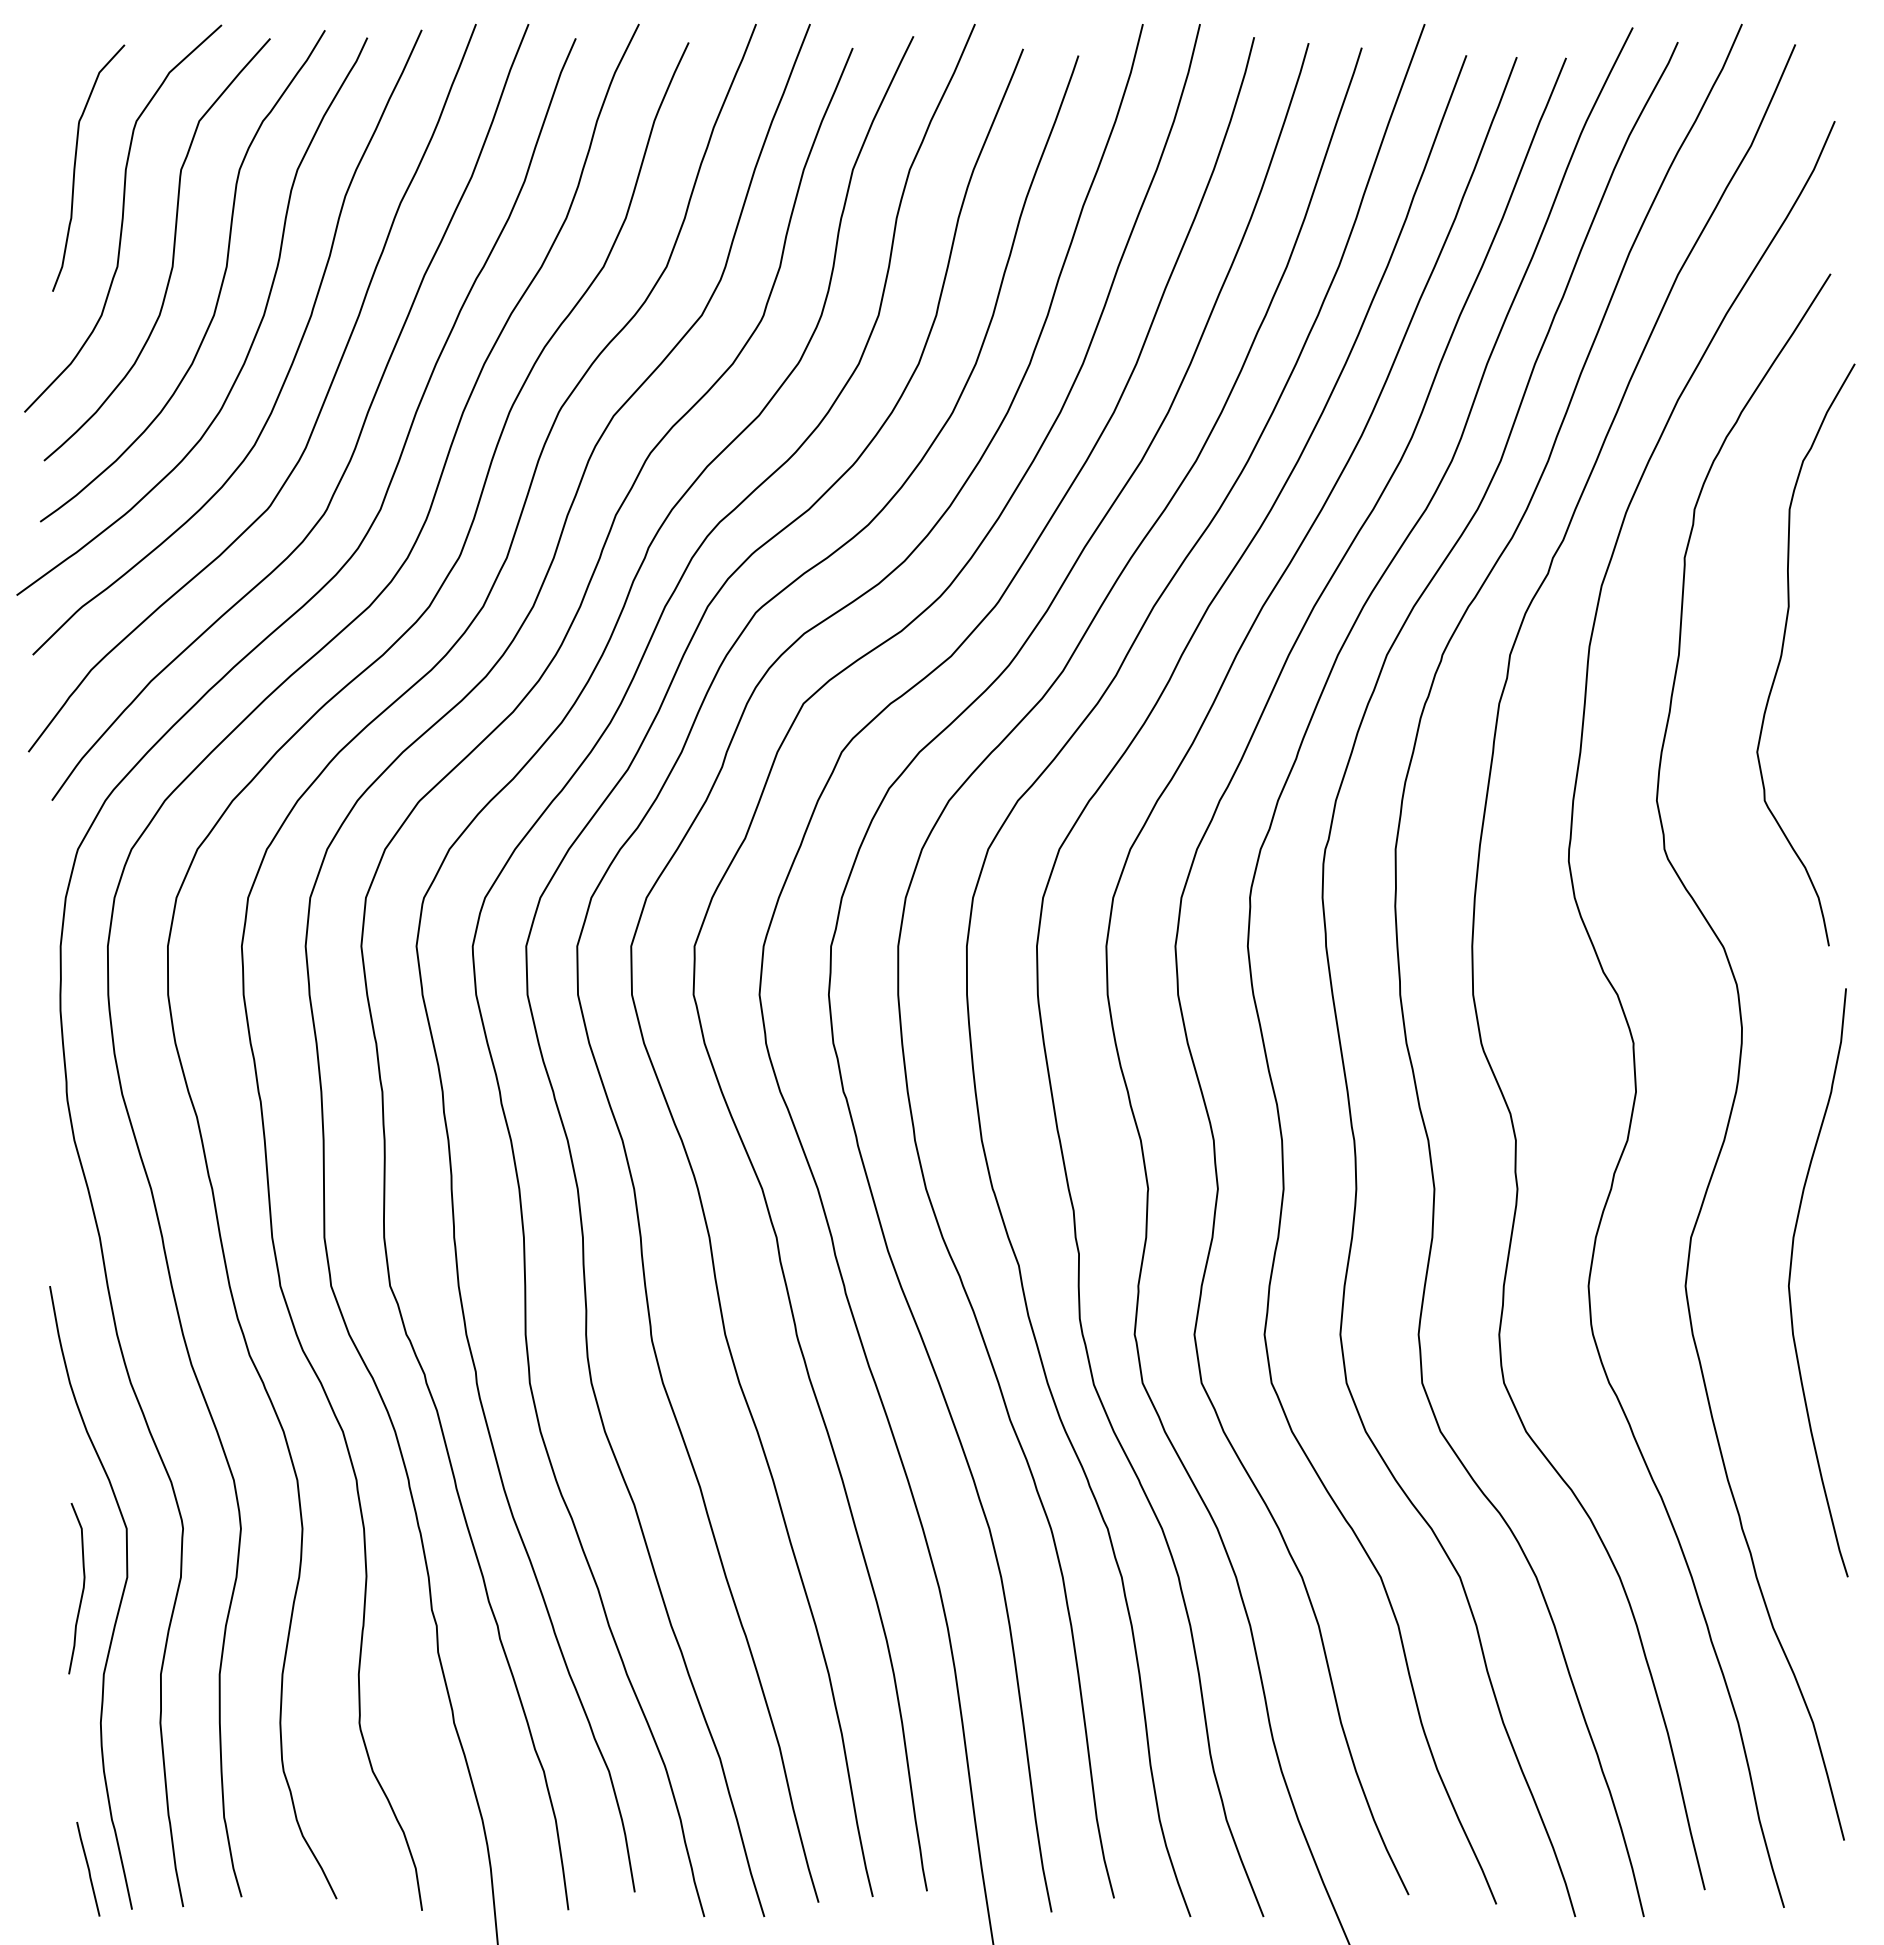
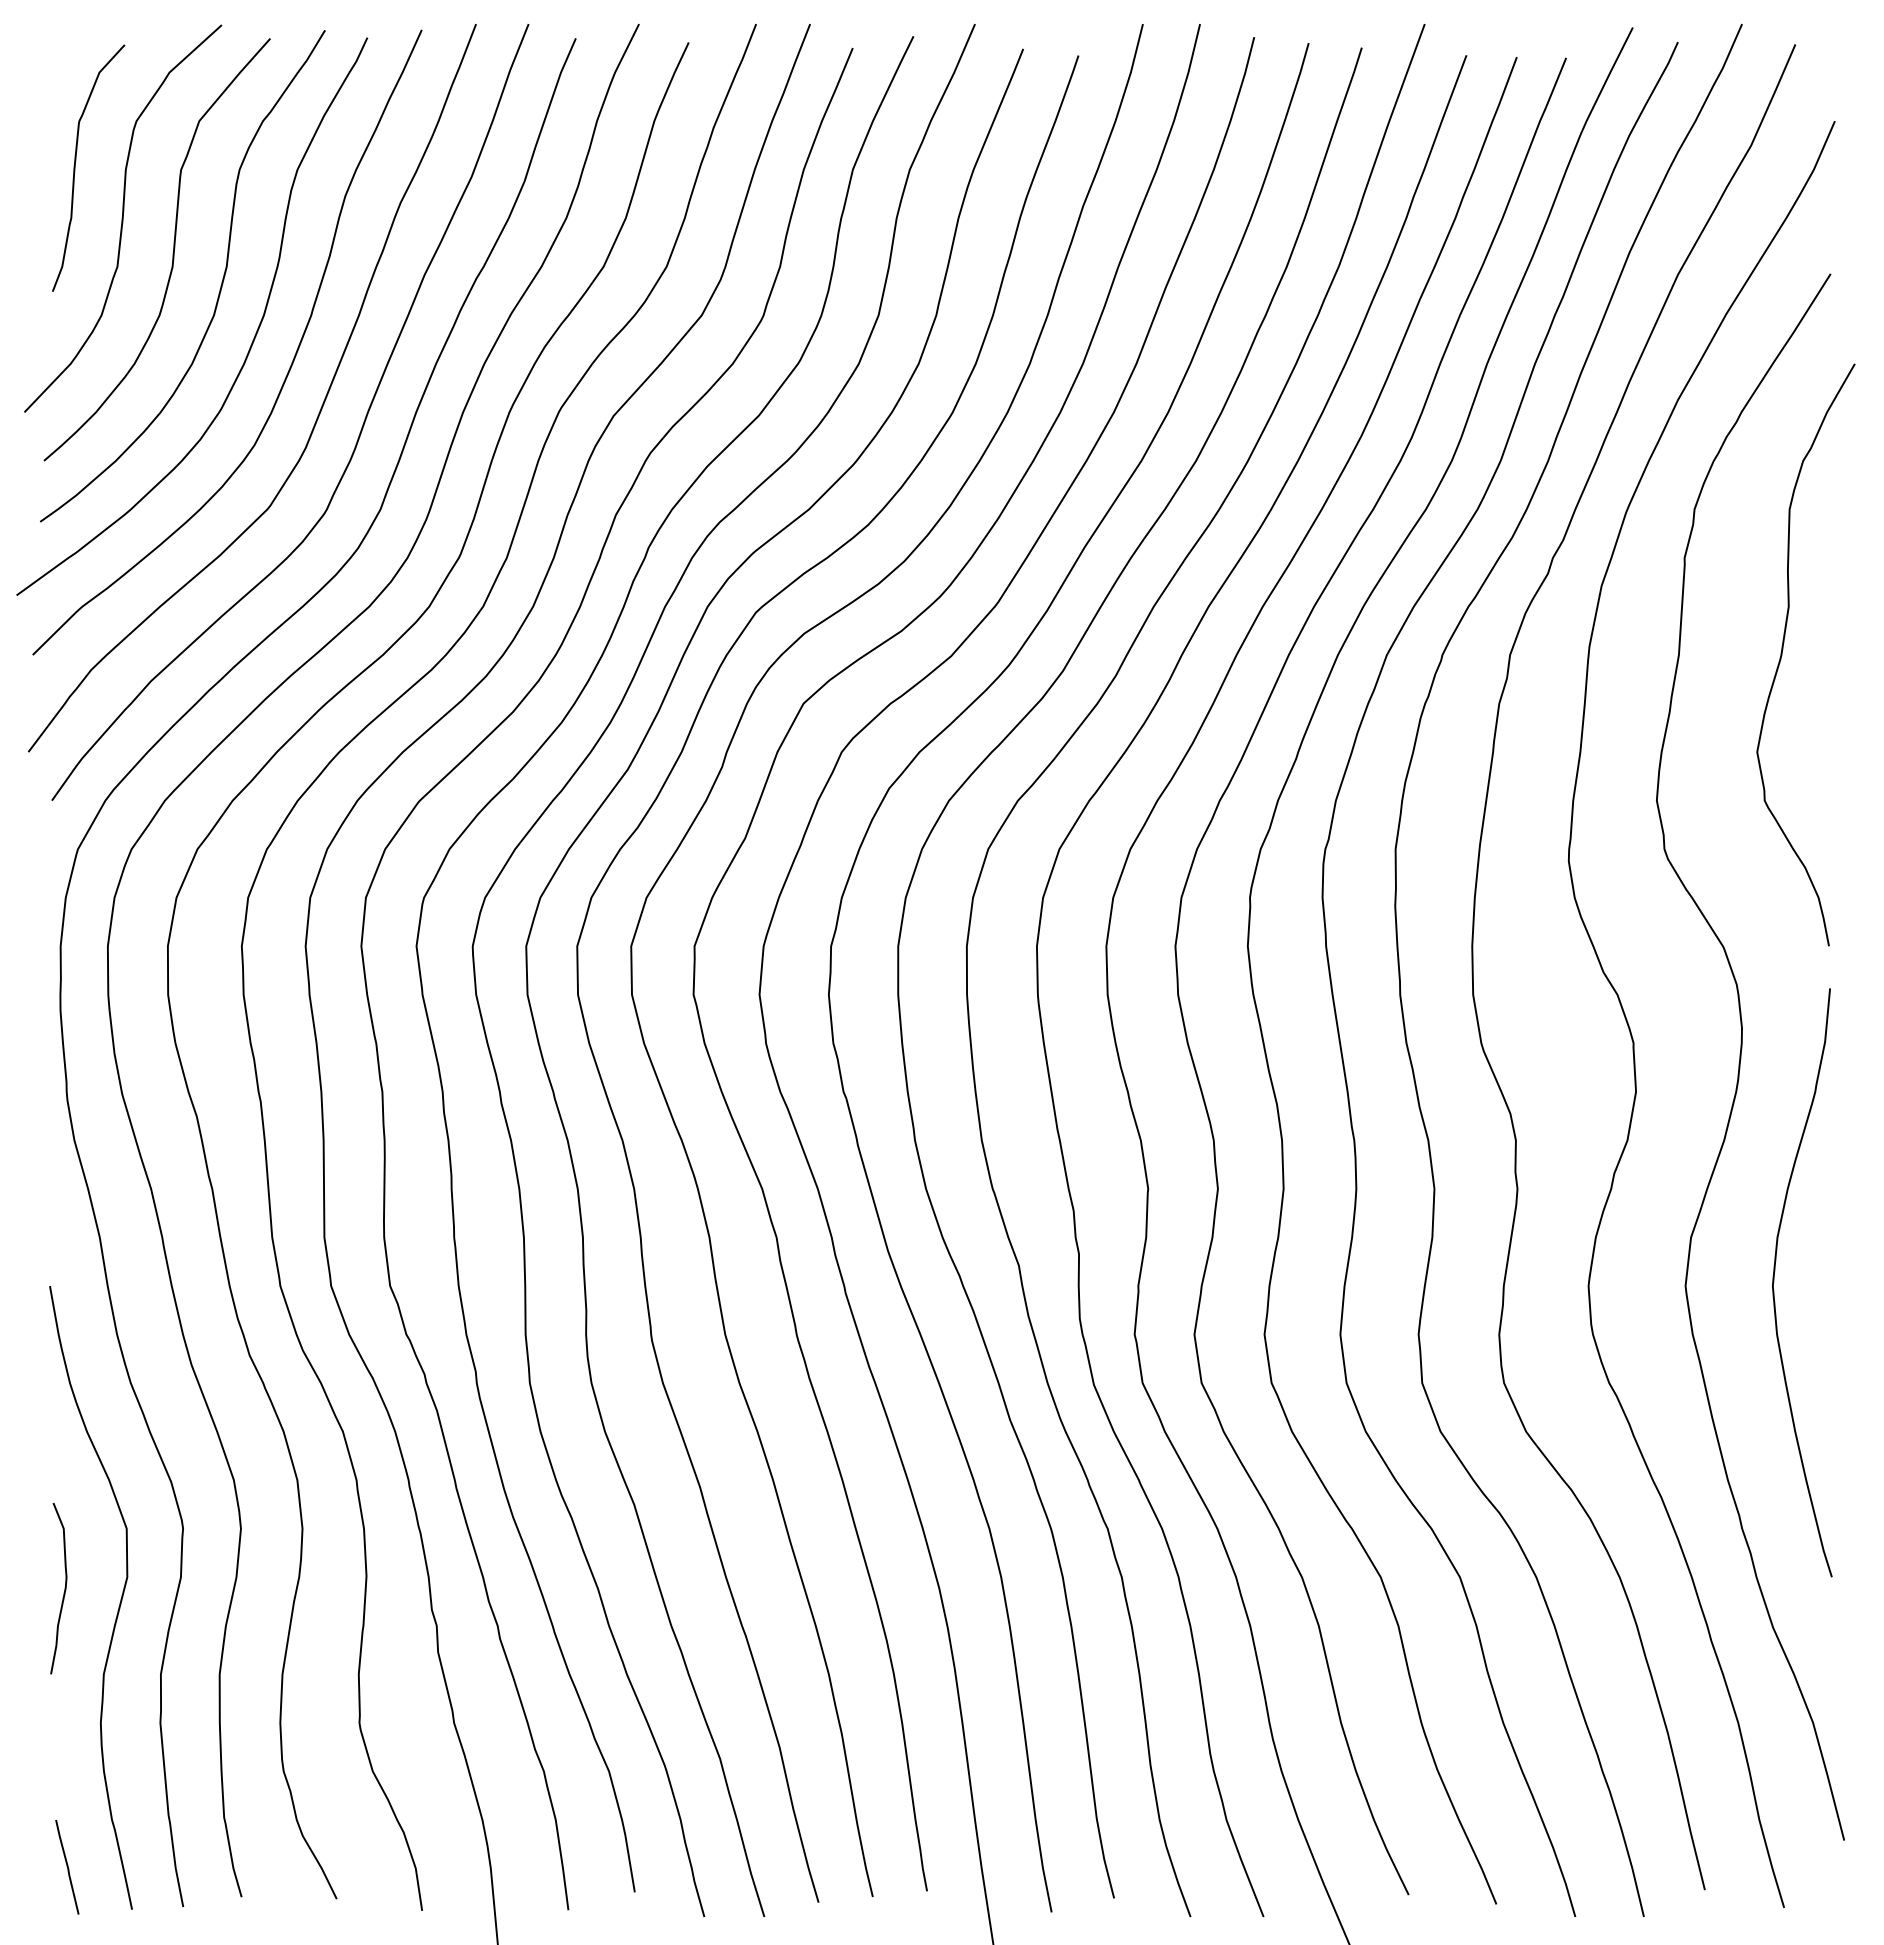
curve at (1790, 1282) position: (1790, 1282) -> (1774, 1282)
curve at (82, 1588) position: (82, 1588) -> (64, 1588)
line at (88, 1869) position: (88, 1869) -> (67, 1867)
